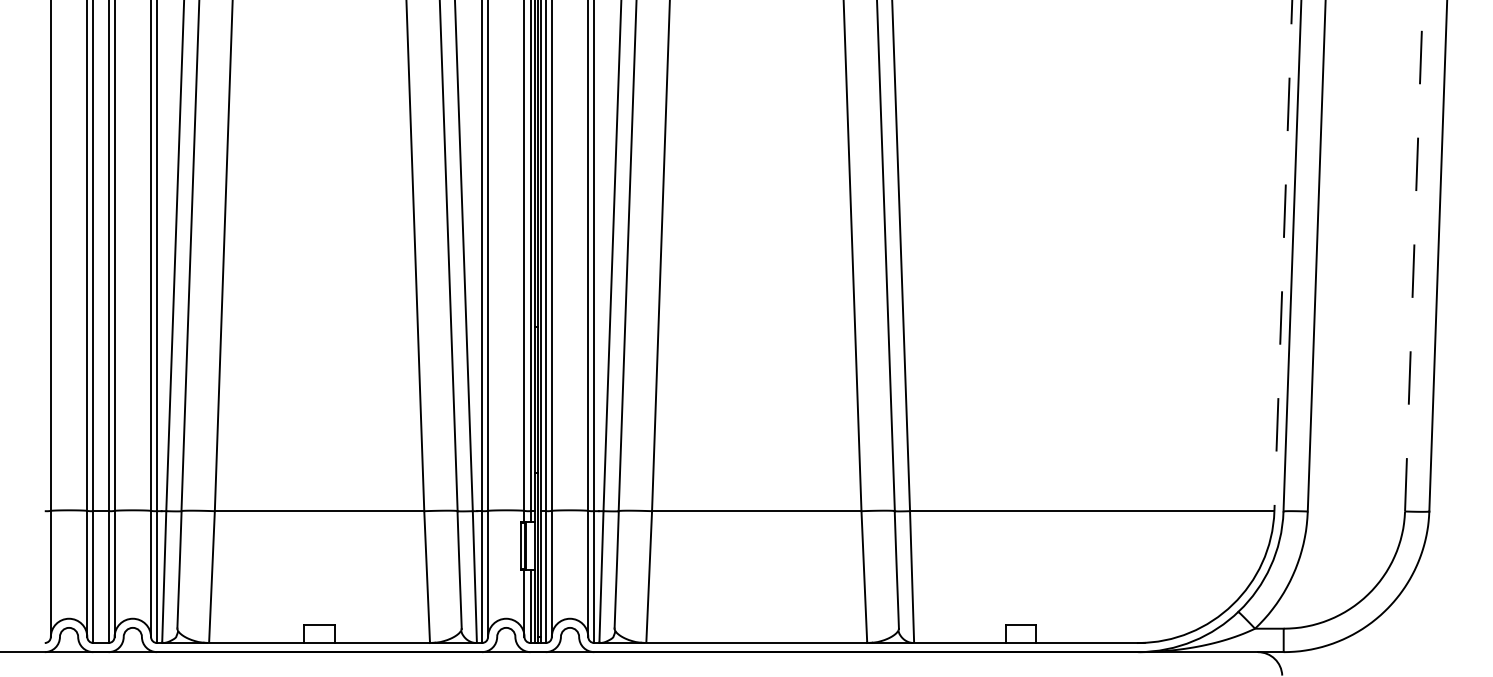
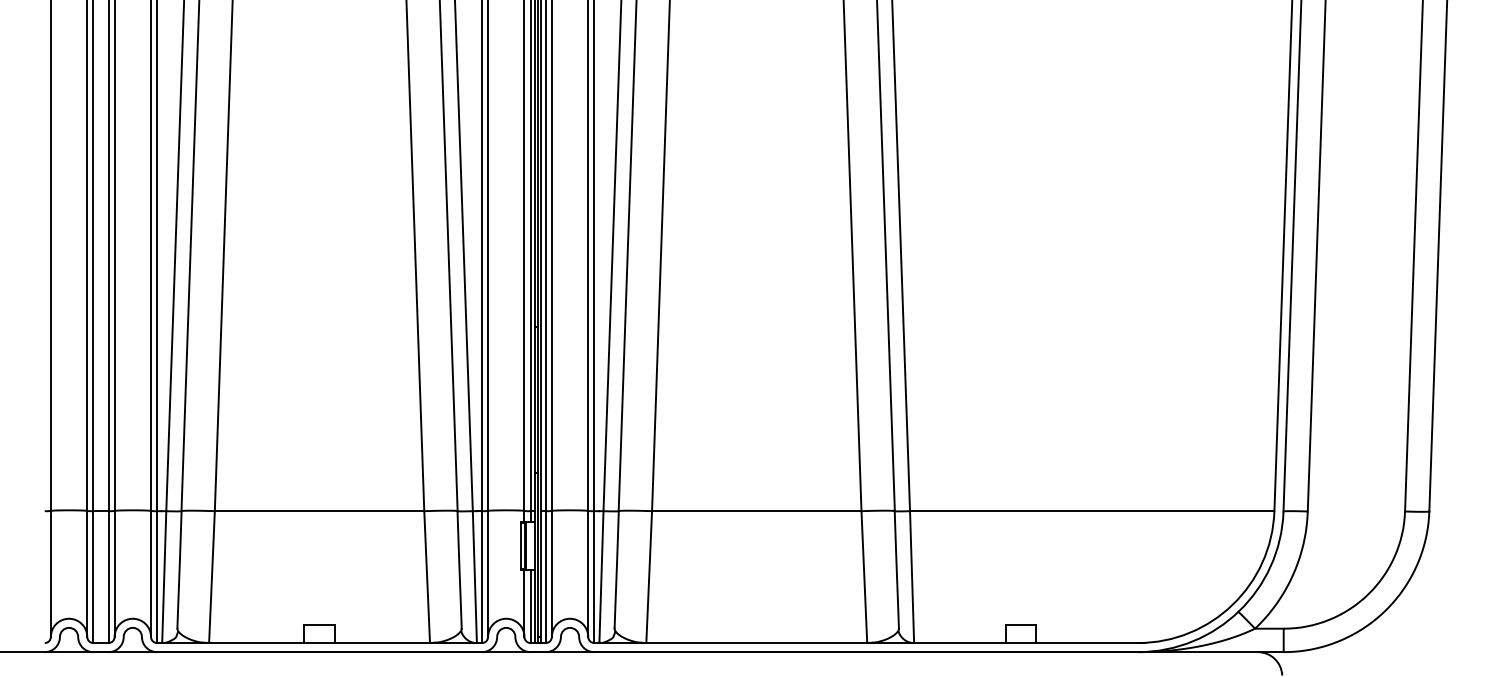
line at (1413, 255): dashed -> solid
line at (1283, 256): dashed -> solid
